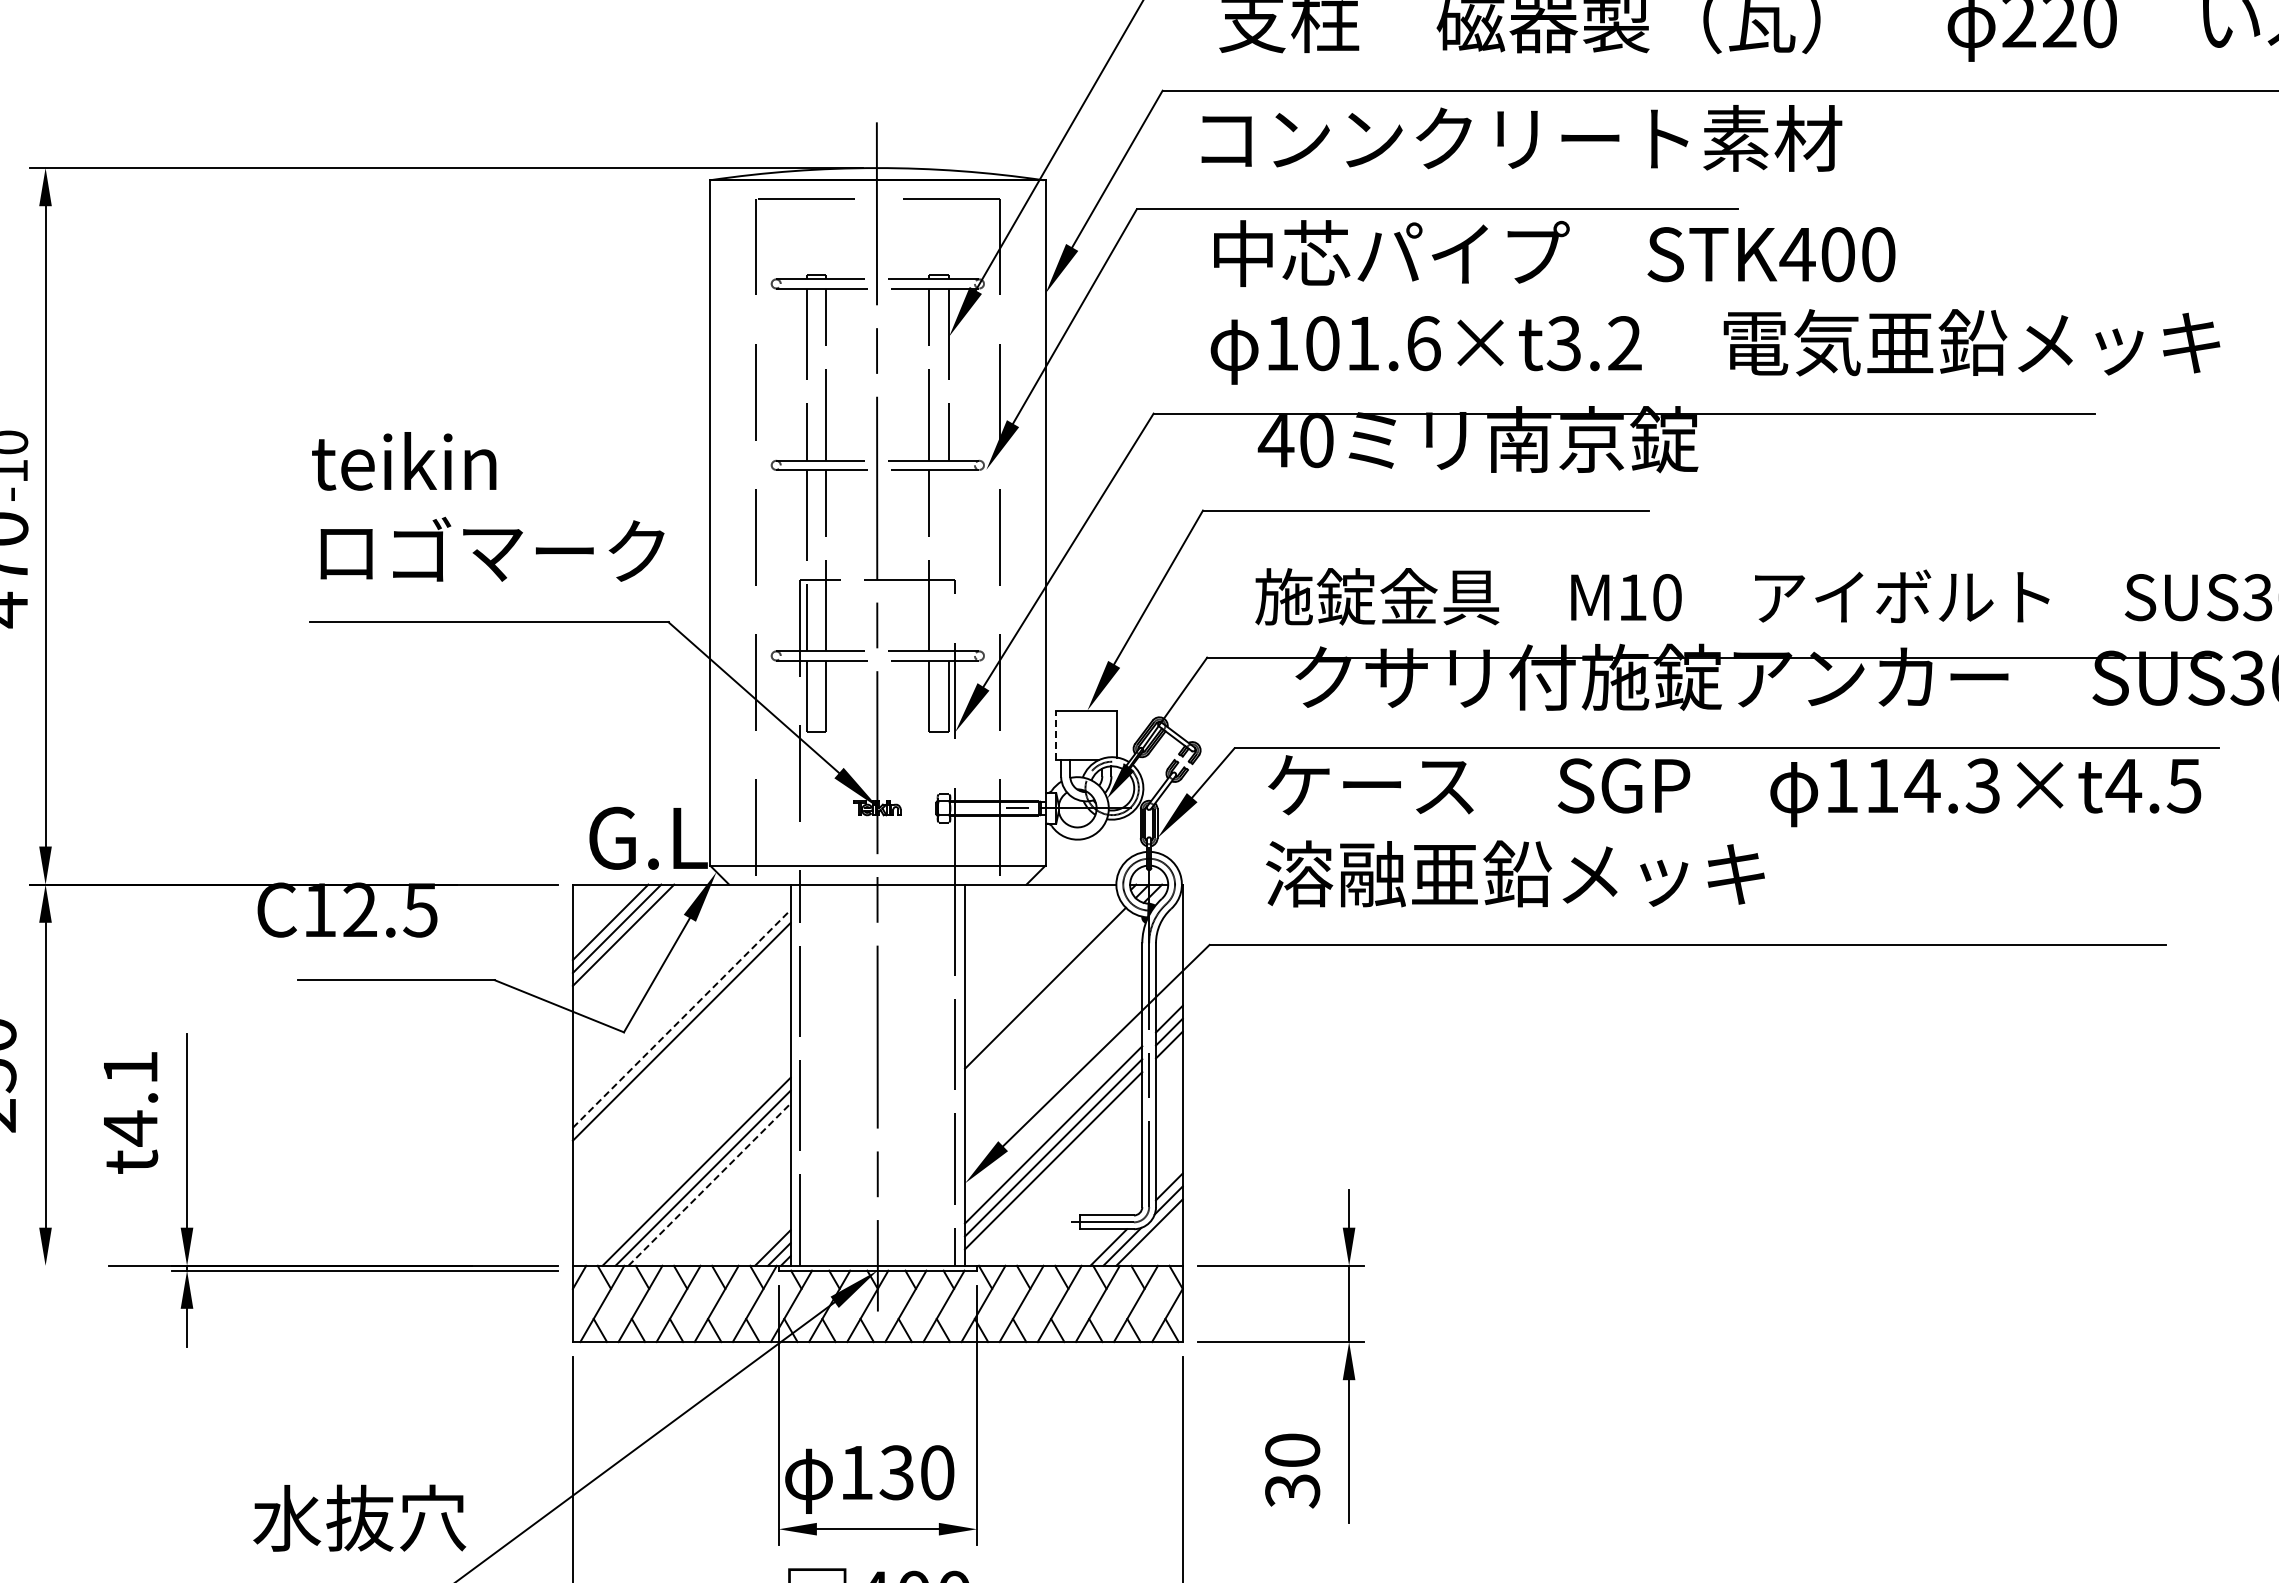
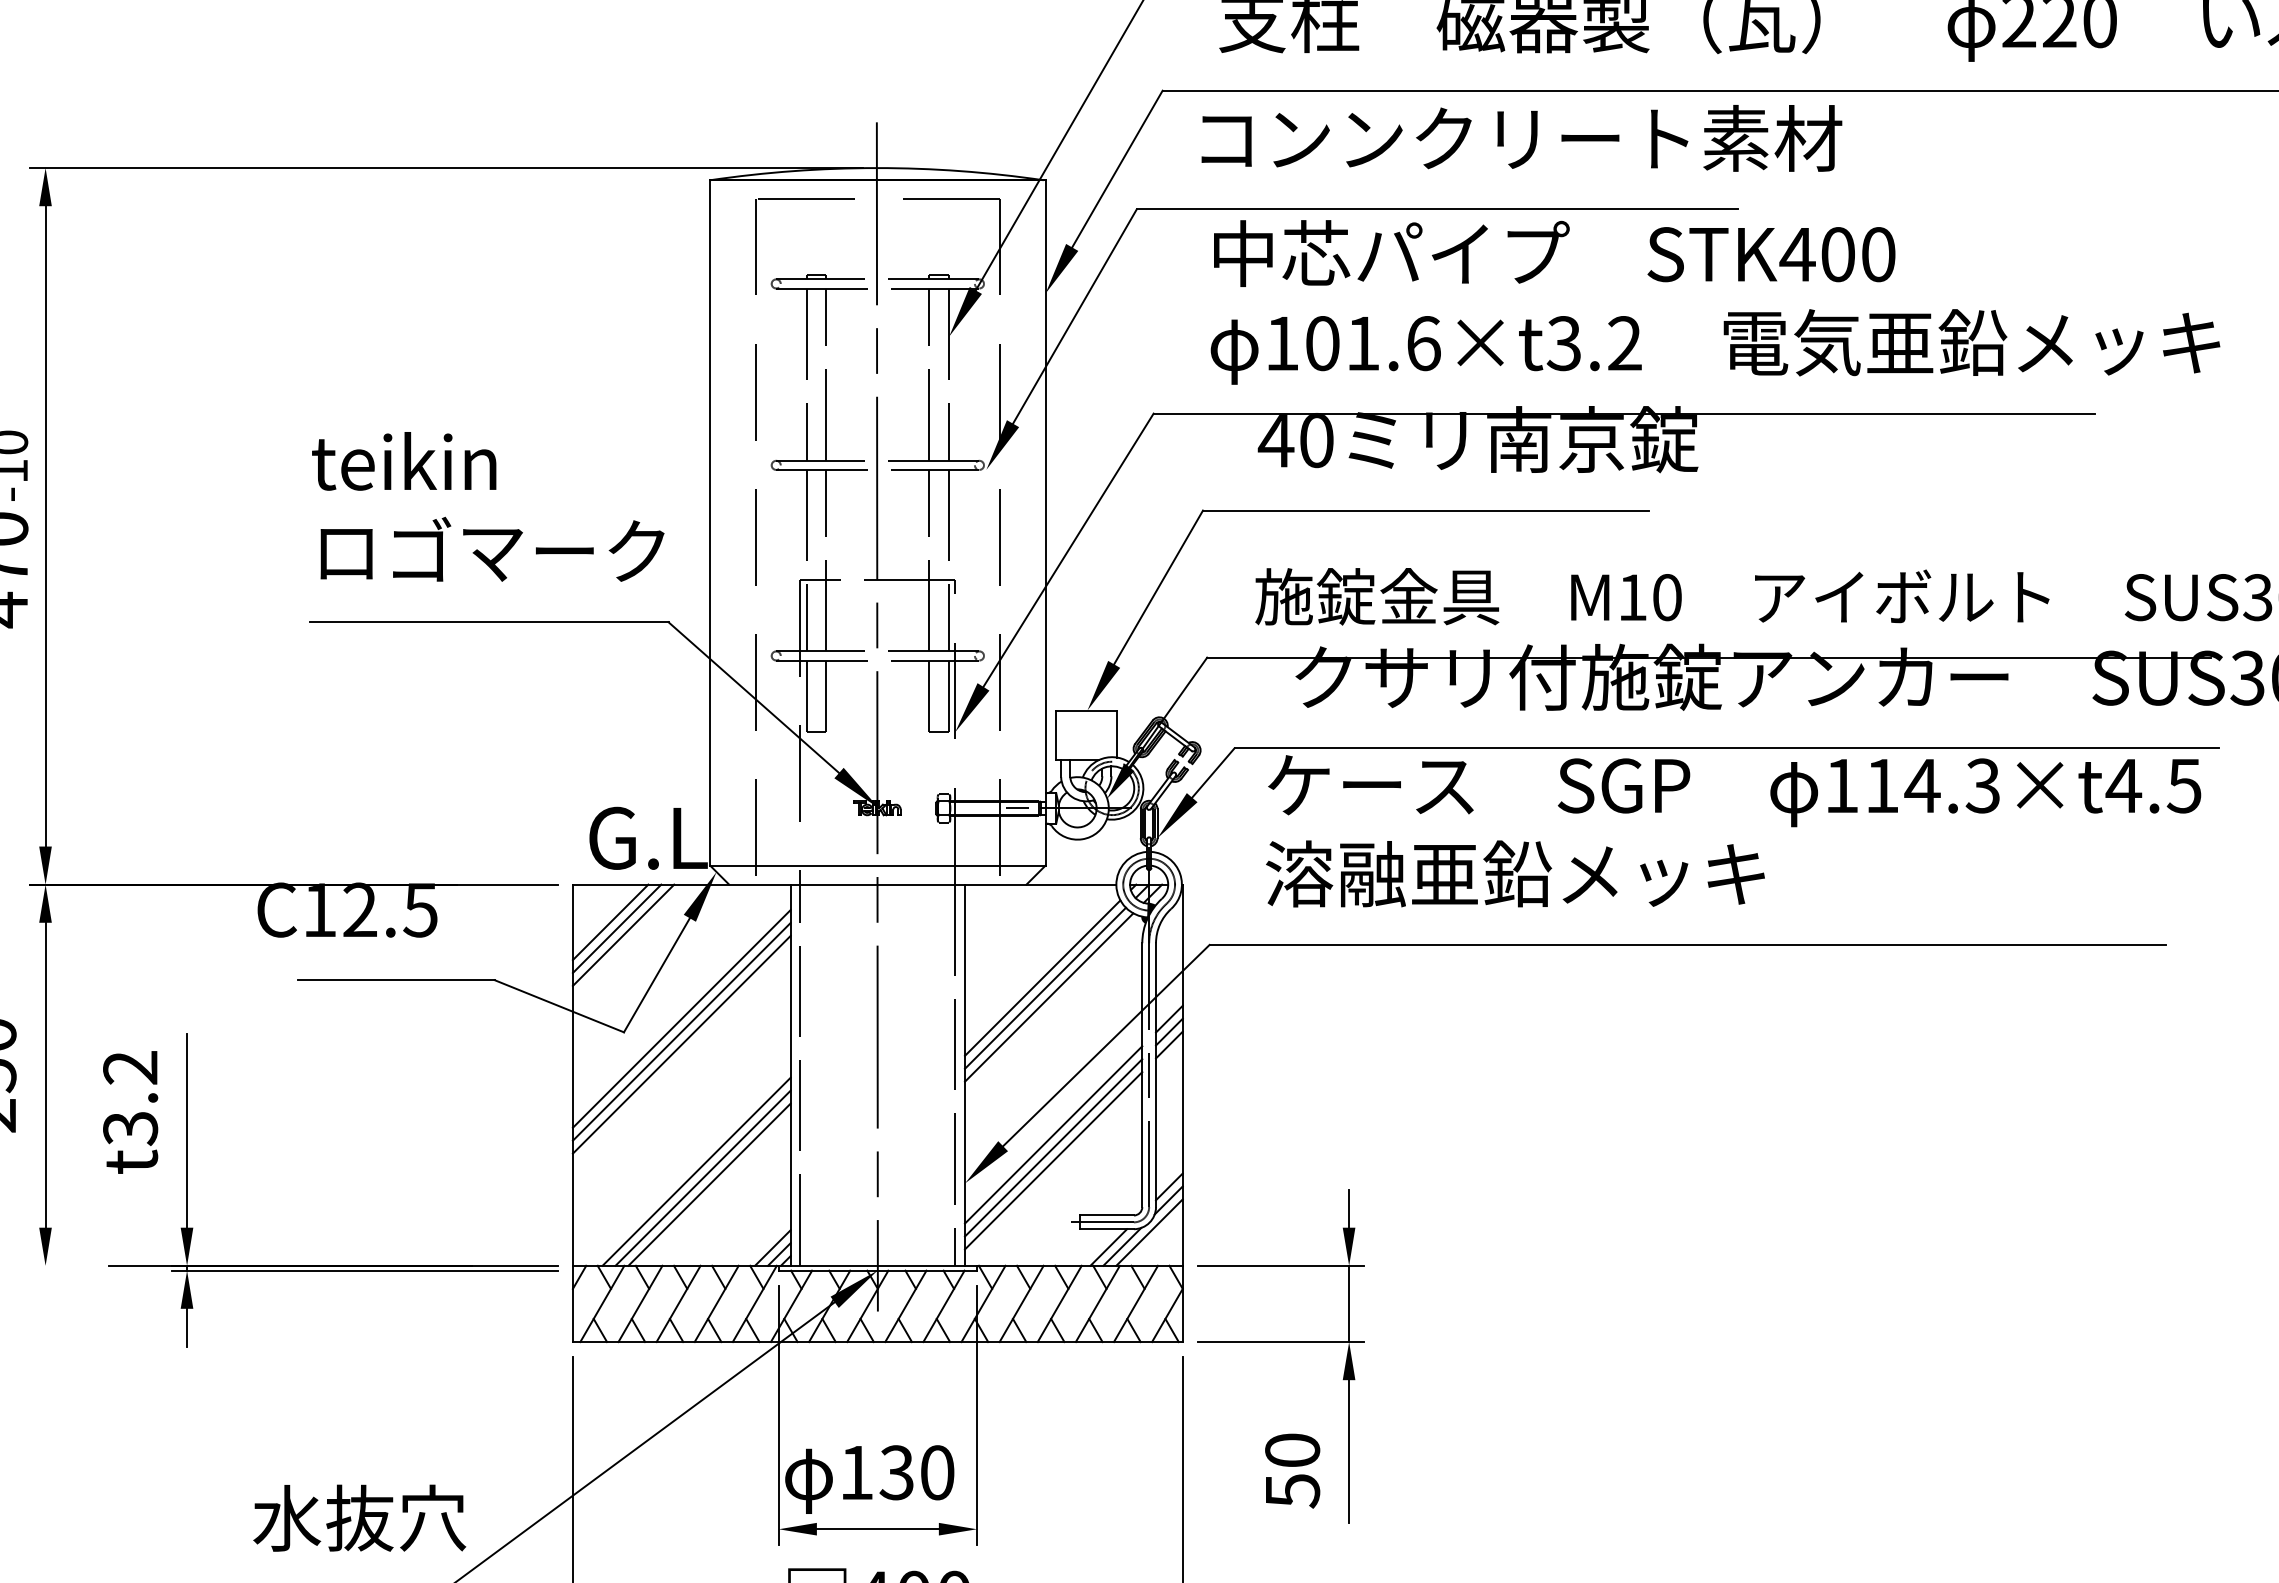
line at (949, 560): none -> present
line at (1055, 735): dashed -> solid
line at (1042, 977): none -> present
line at (1048, 997): none -> present
line at (682, 1018): dashed -> solid
line at (681, 1044): none -> present
text at (130, 1098): t4.1 -> t3.2
line at (709, 1184): dashed -> solid
text at (1292, 1491): 30 -> 50
